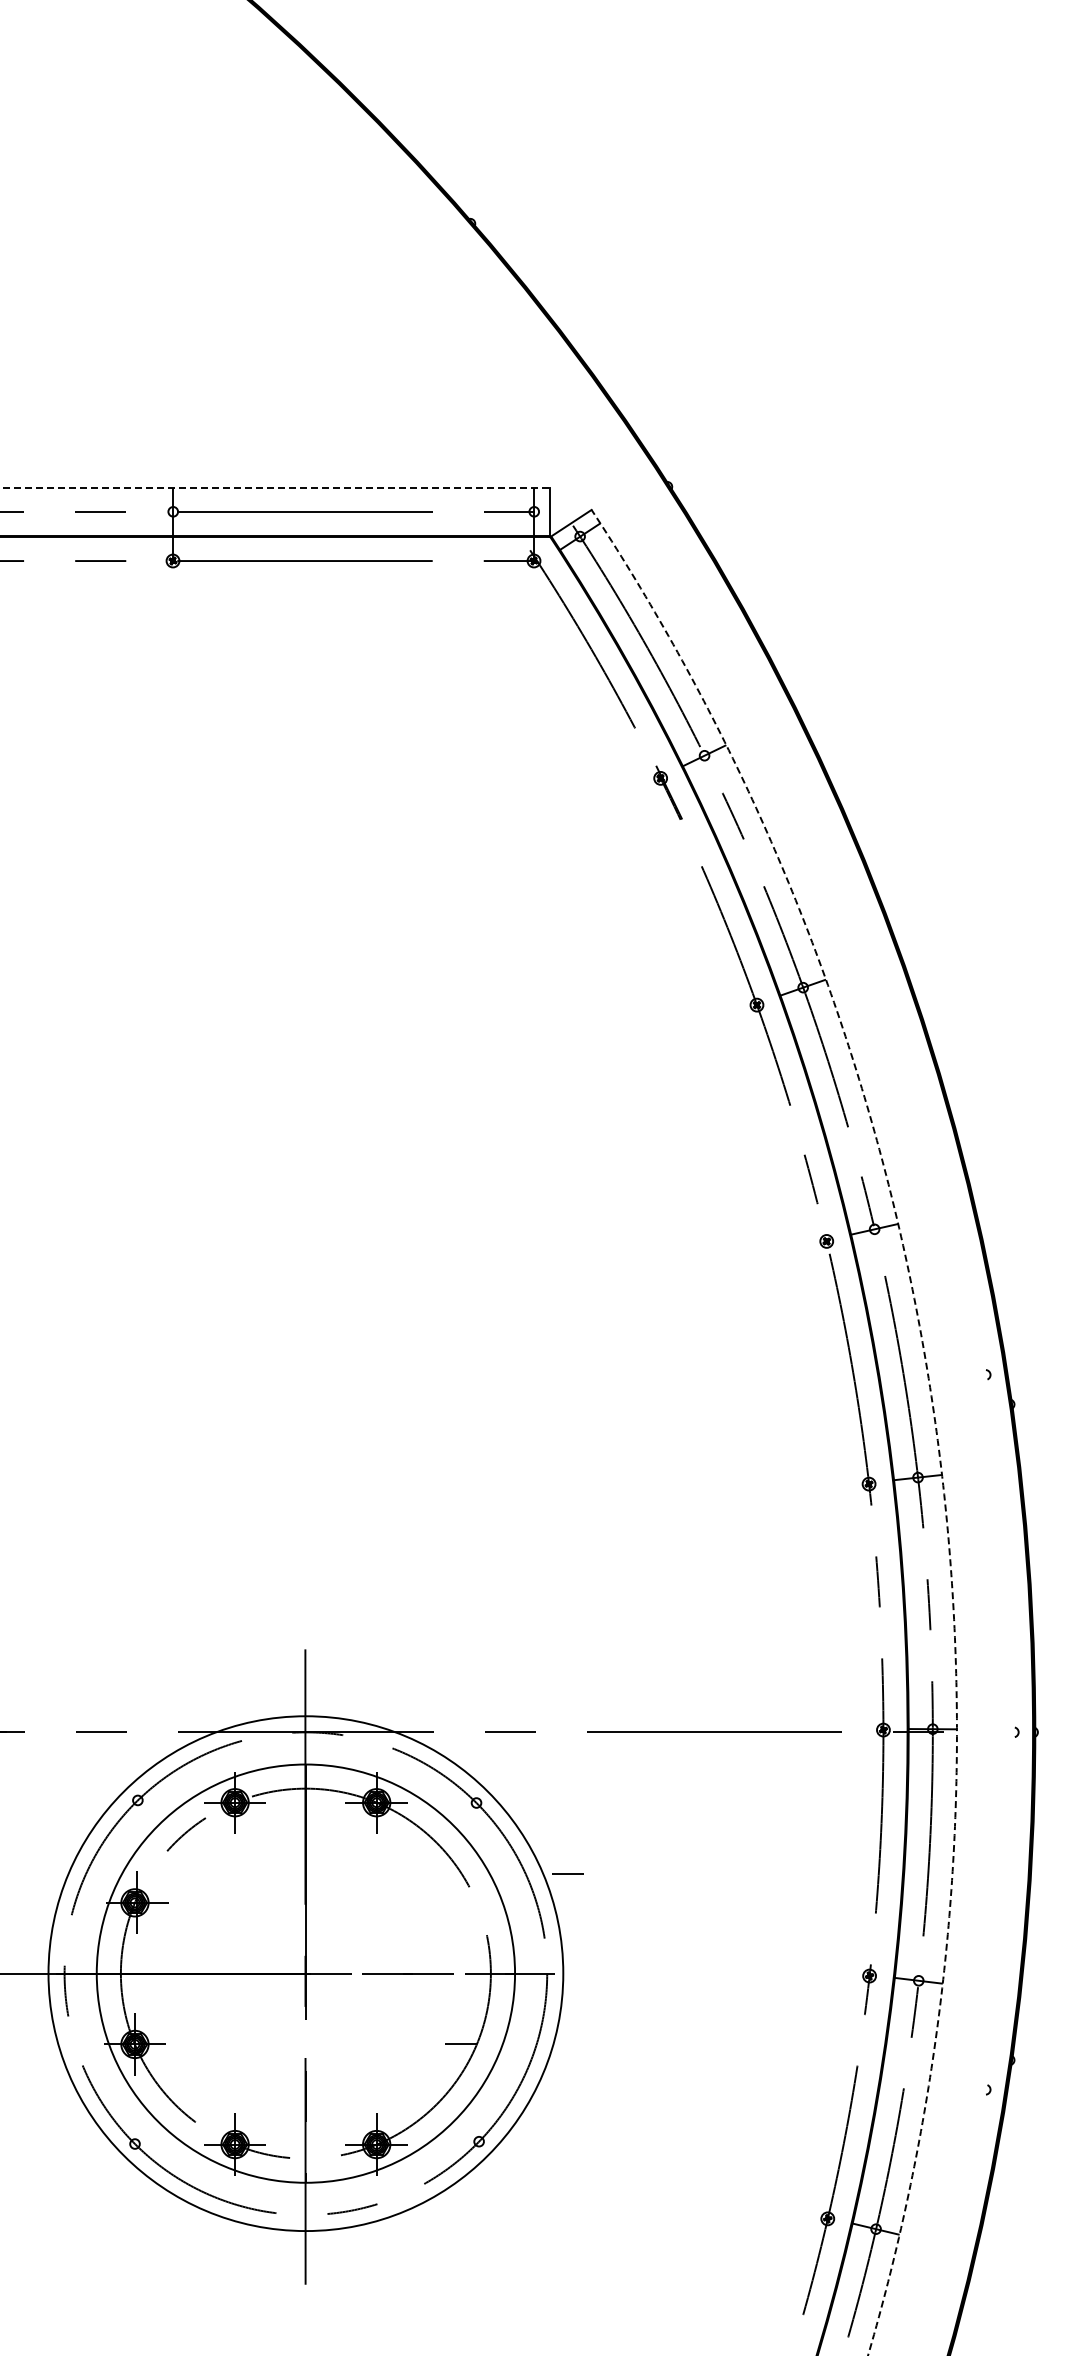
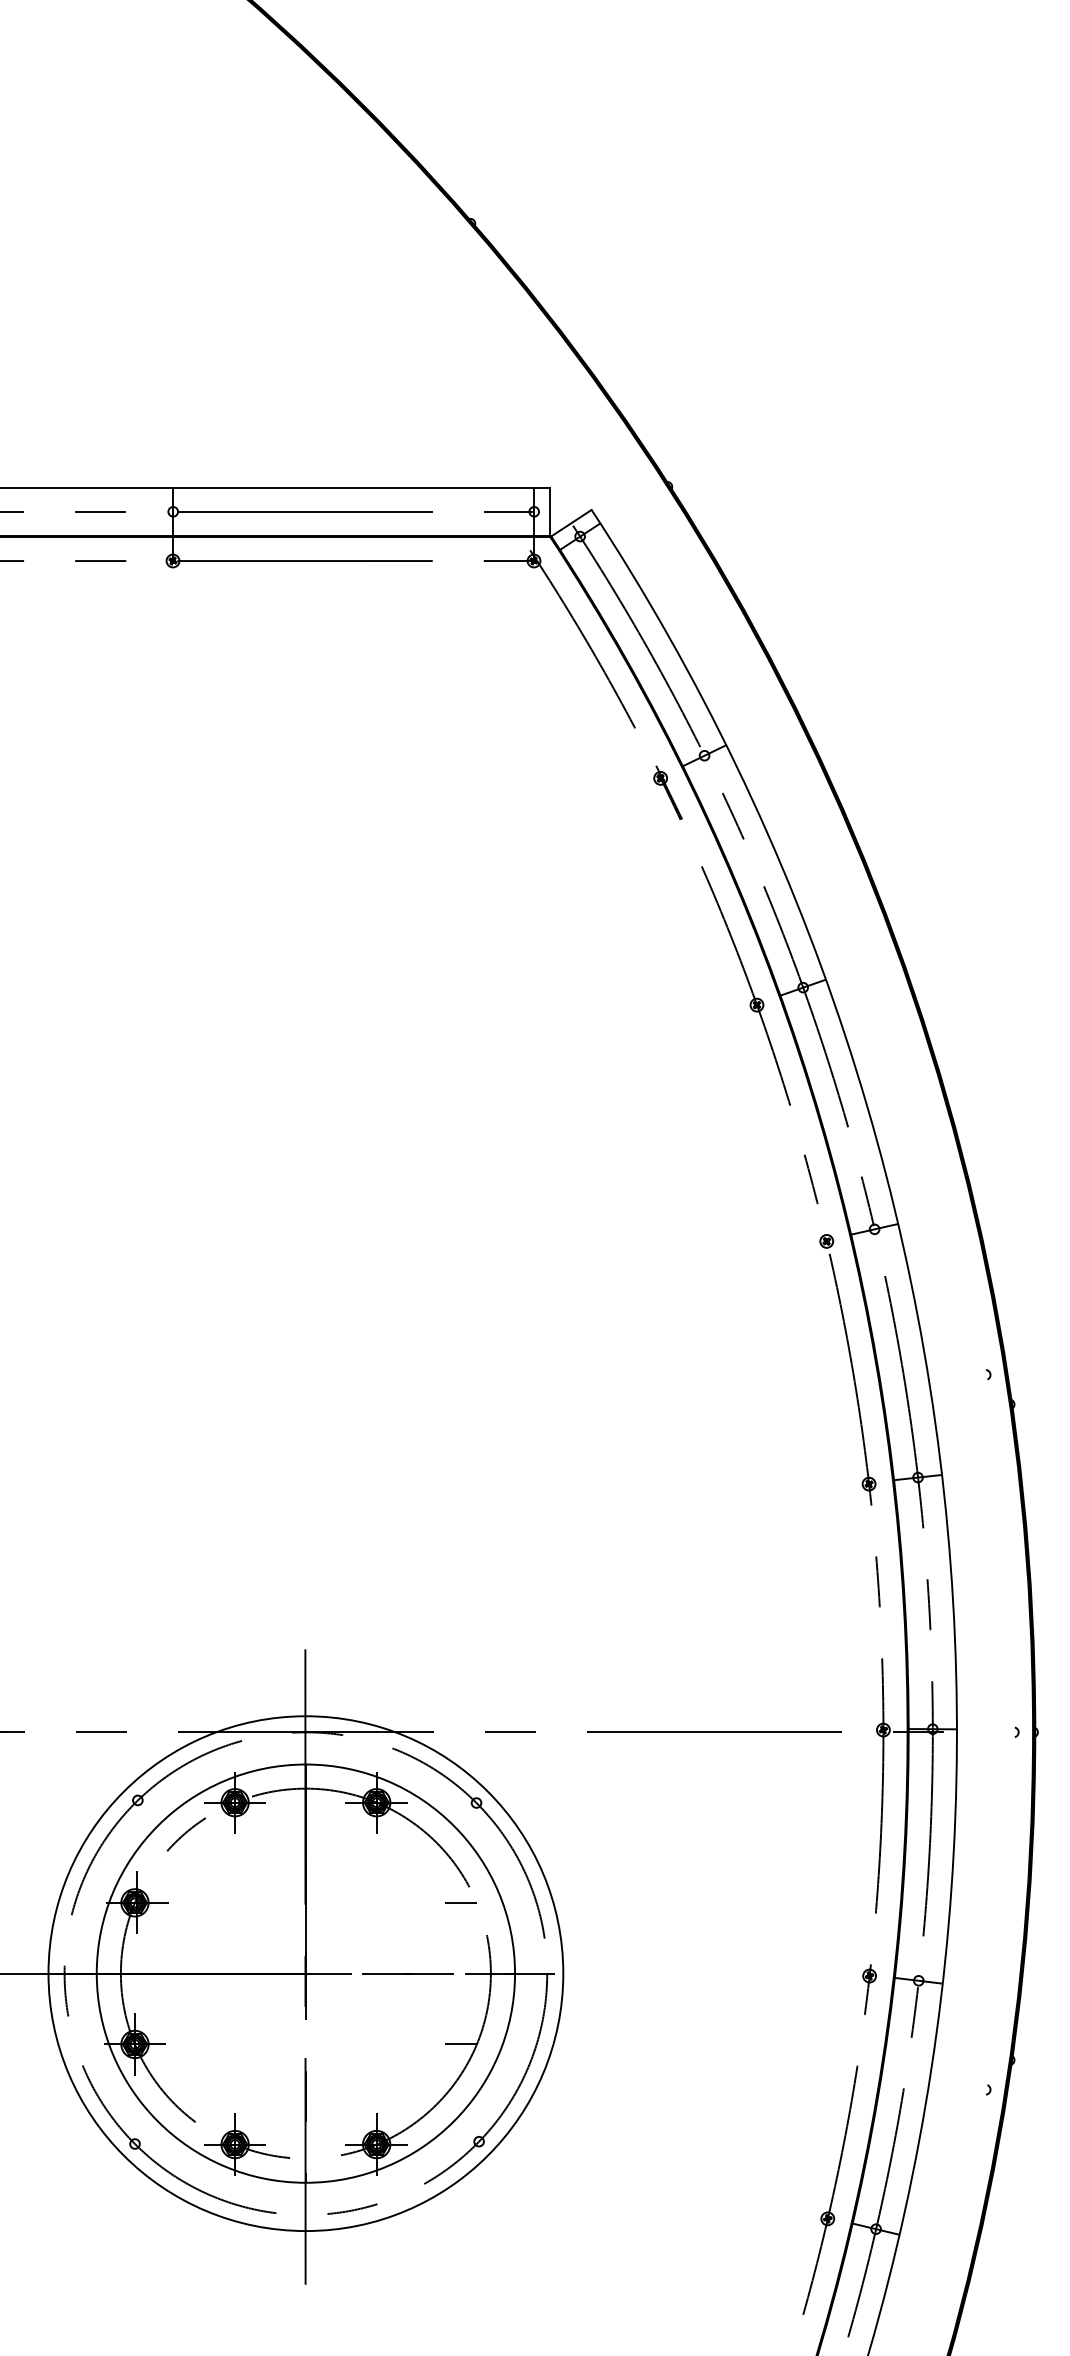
line at (275, 487): dashed -> solid
arc at (932, 1401): dashed -> solid
line at (567, 1873) position: (567, 1873) -> (460, 1902)
